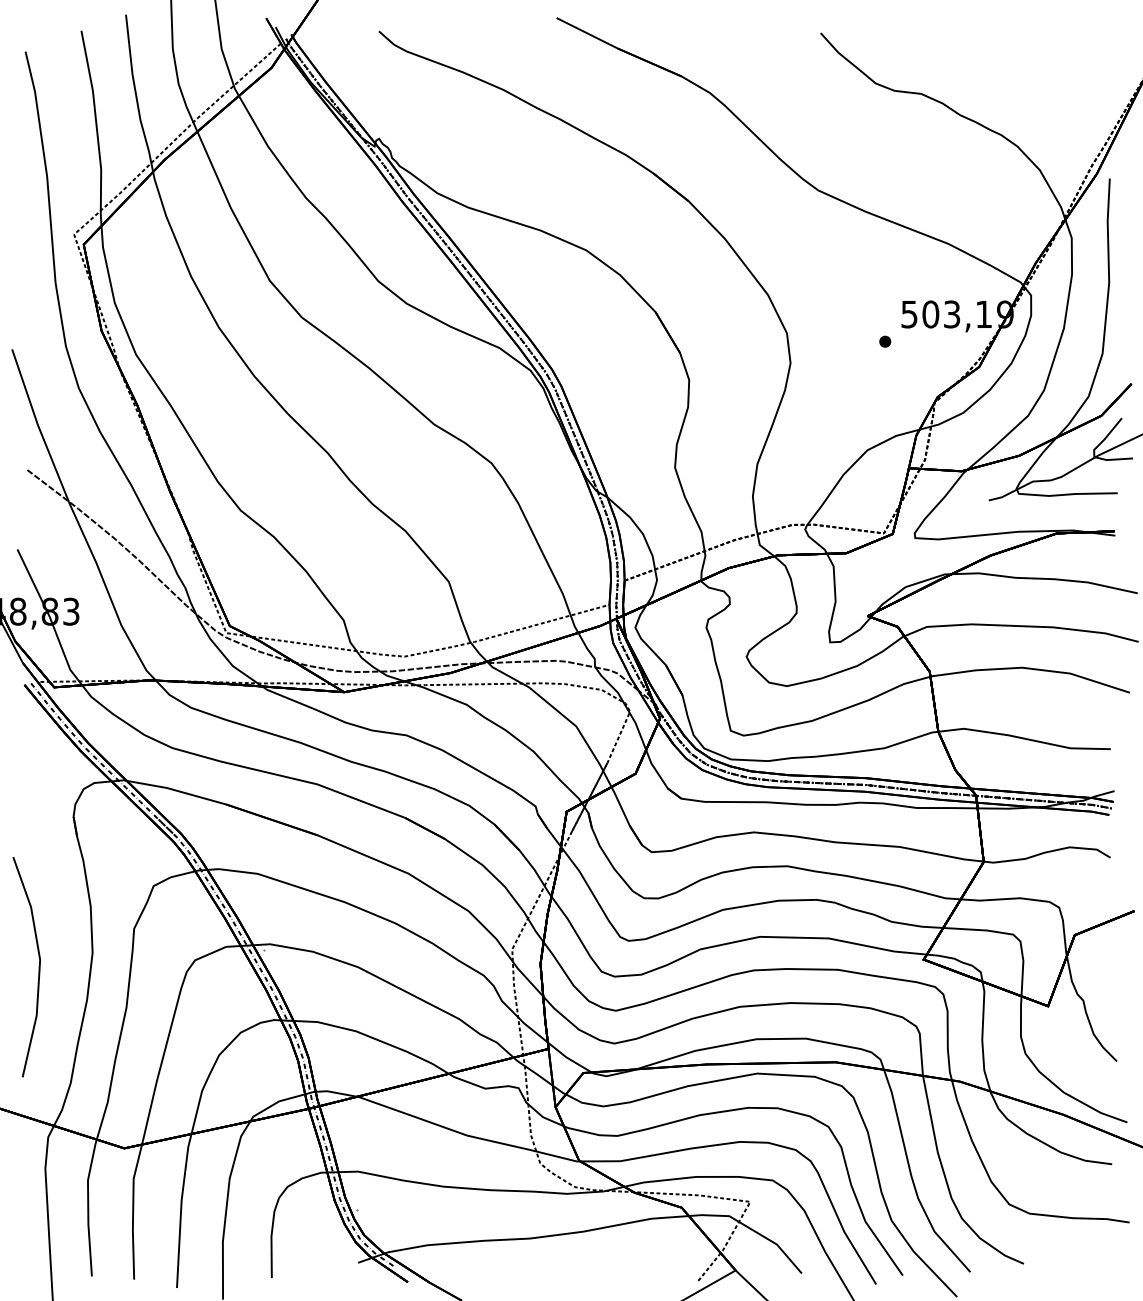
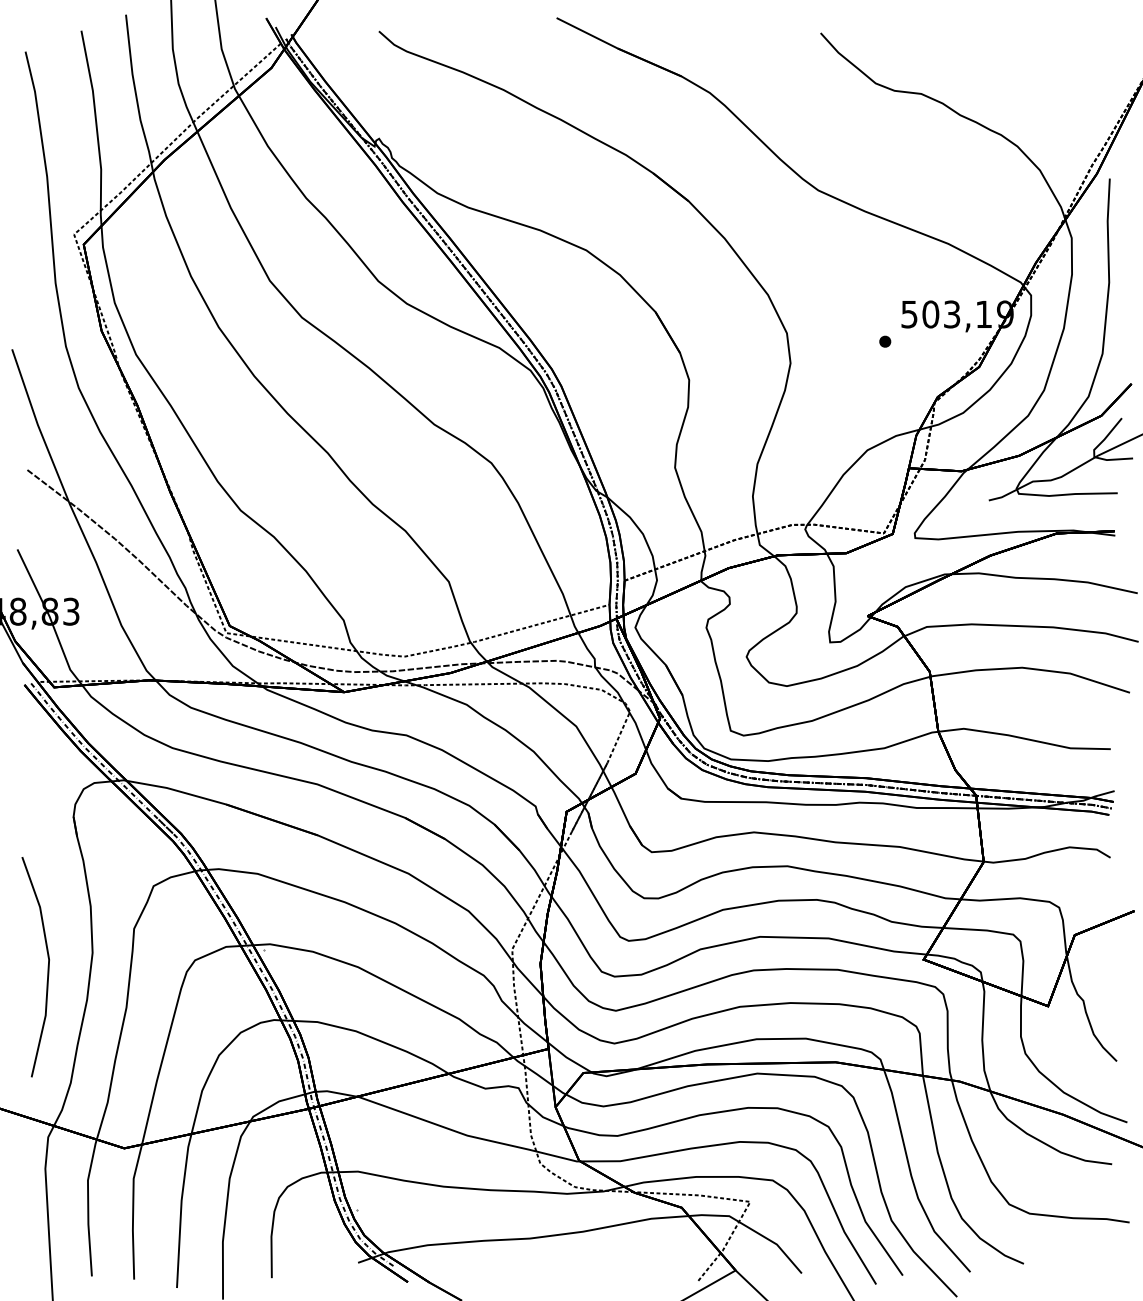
line at (38, 967) position: (38, 967) -> (47, 967)
